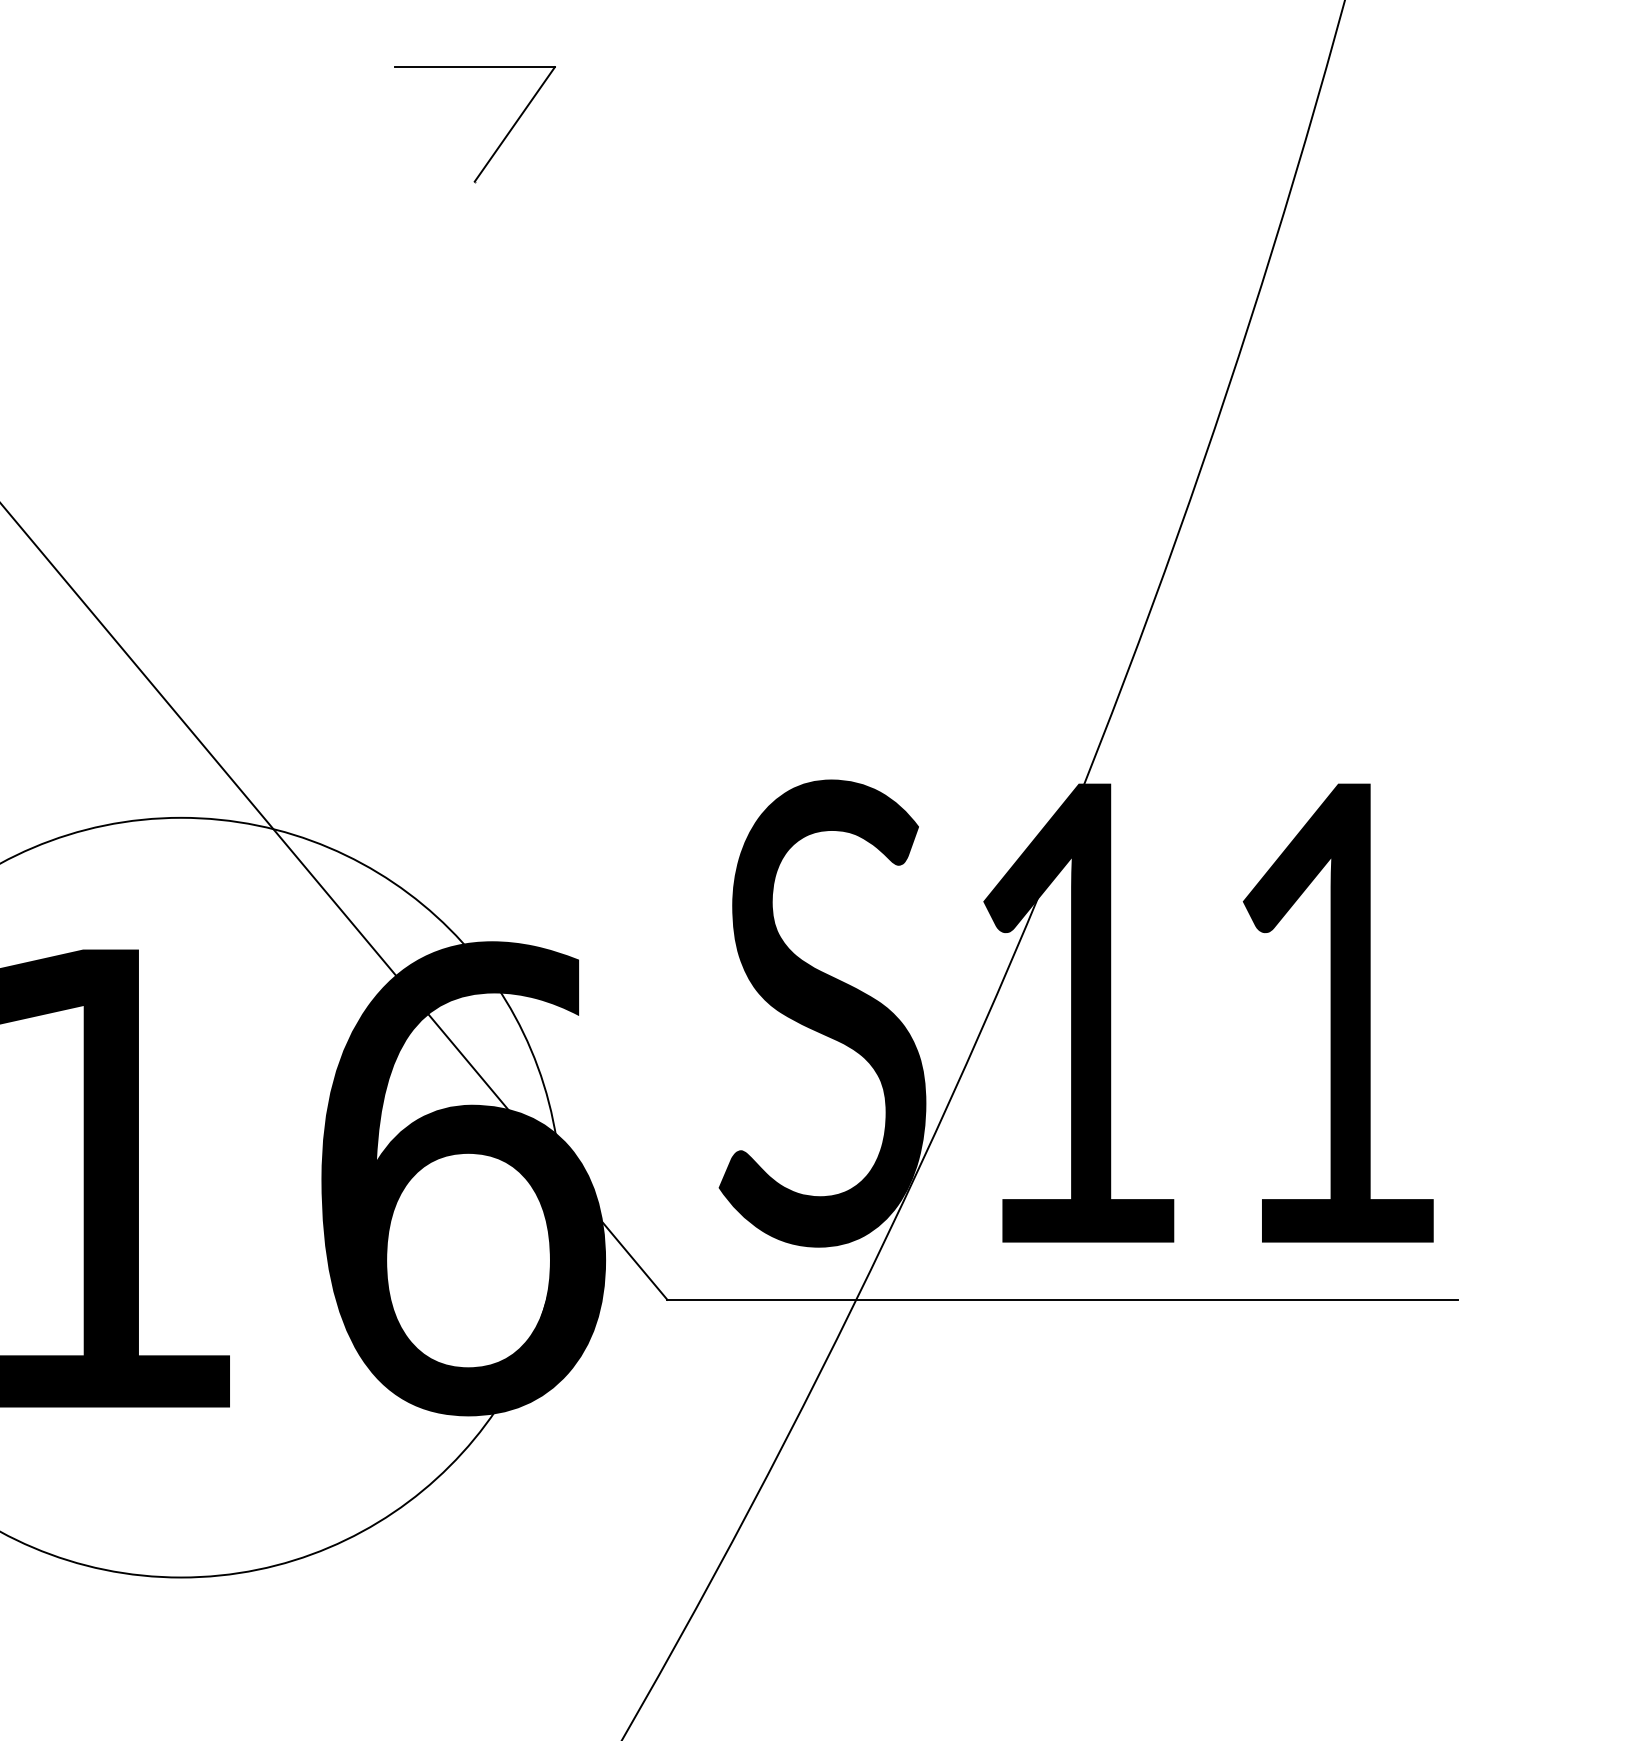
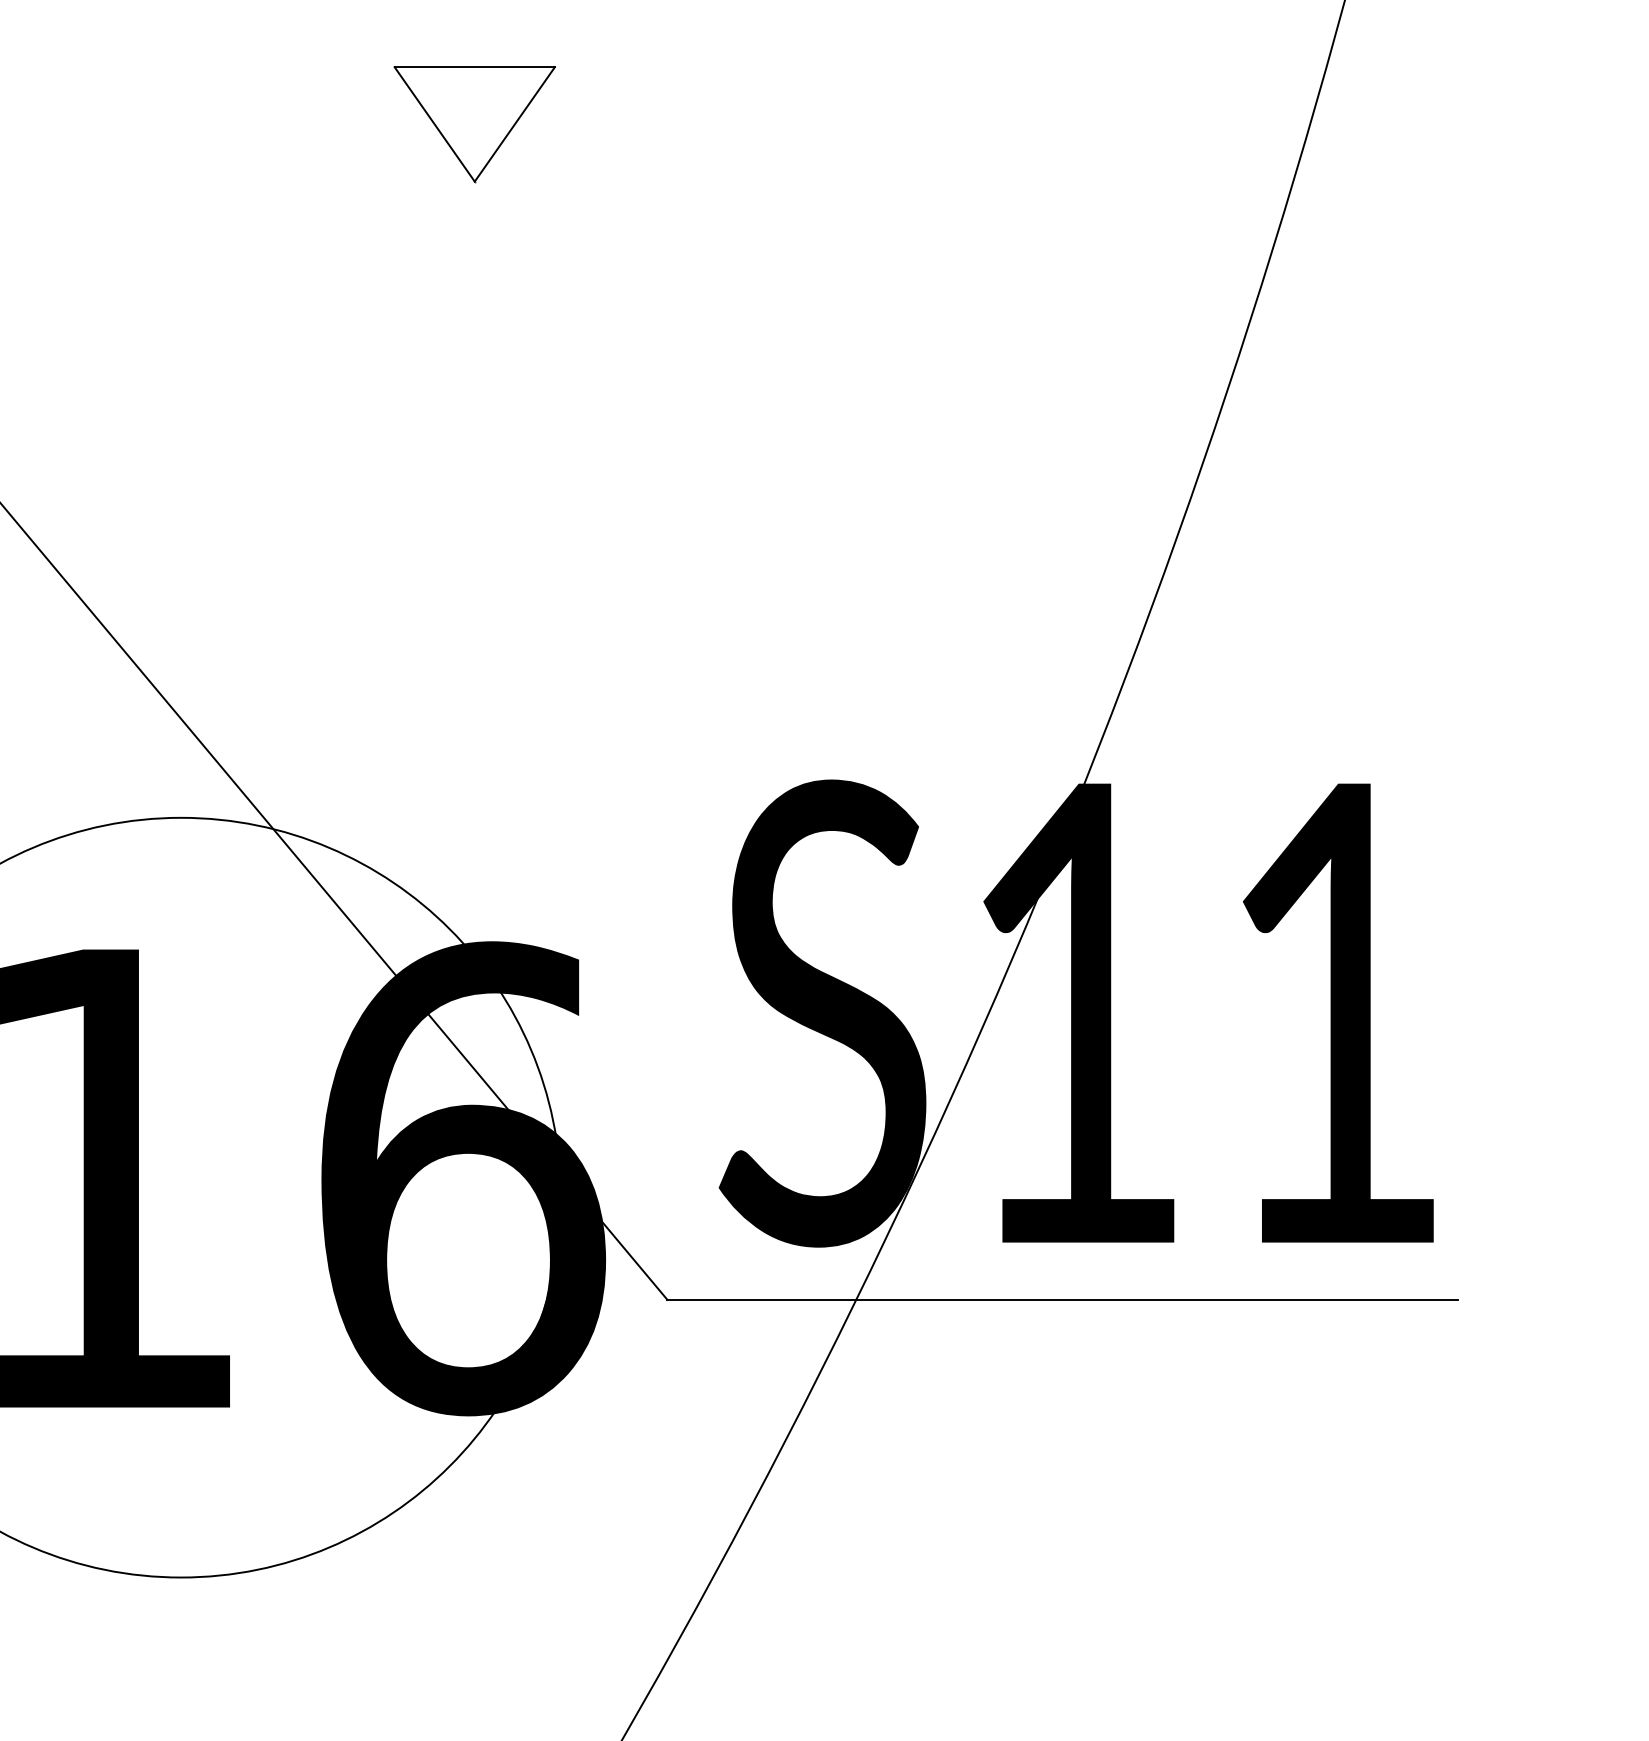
line at (434, 124): none -> present
